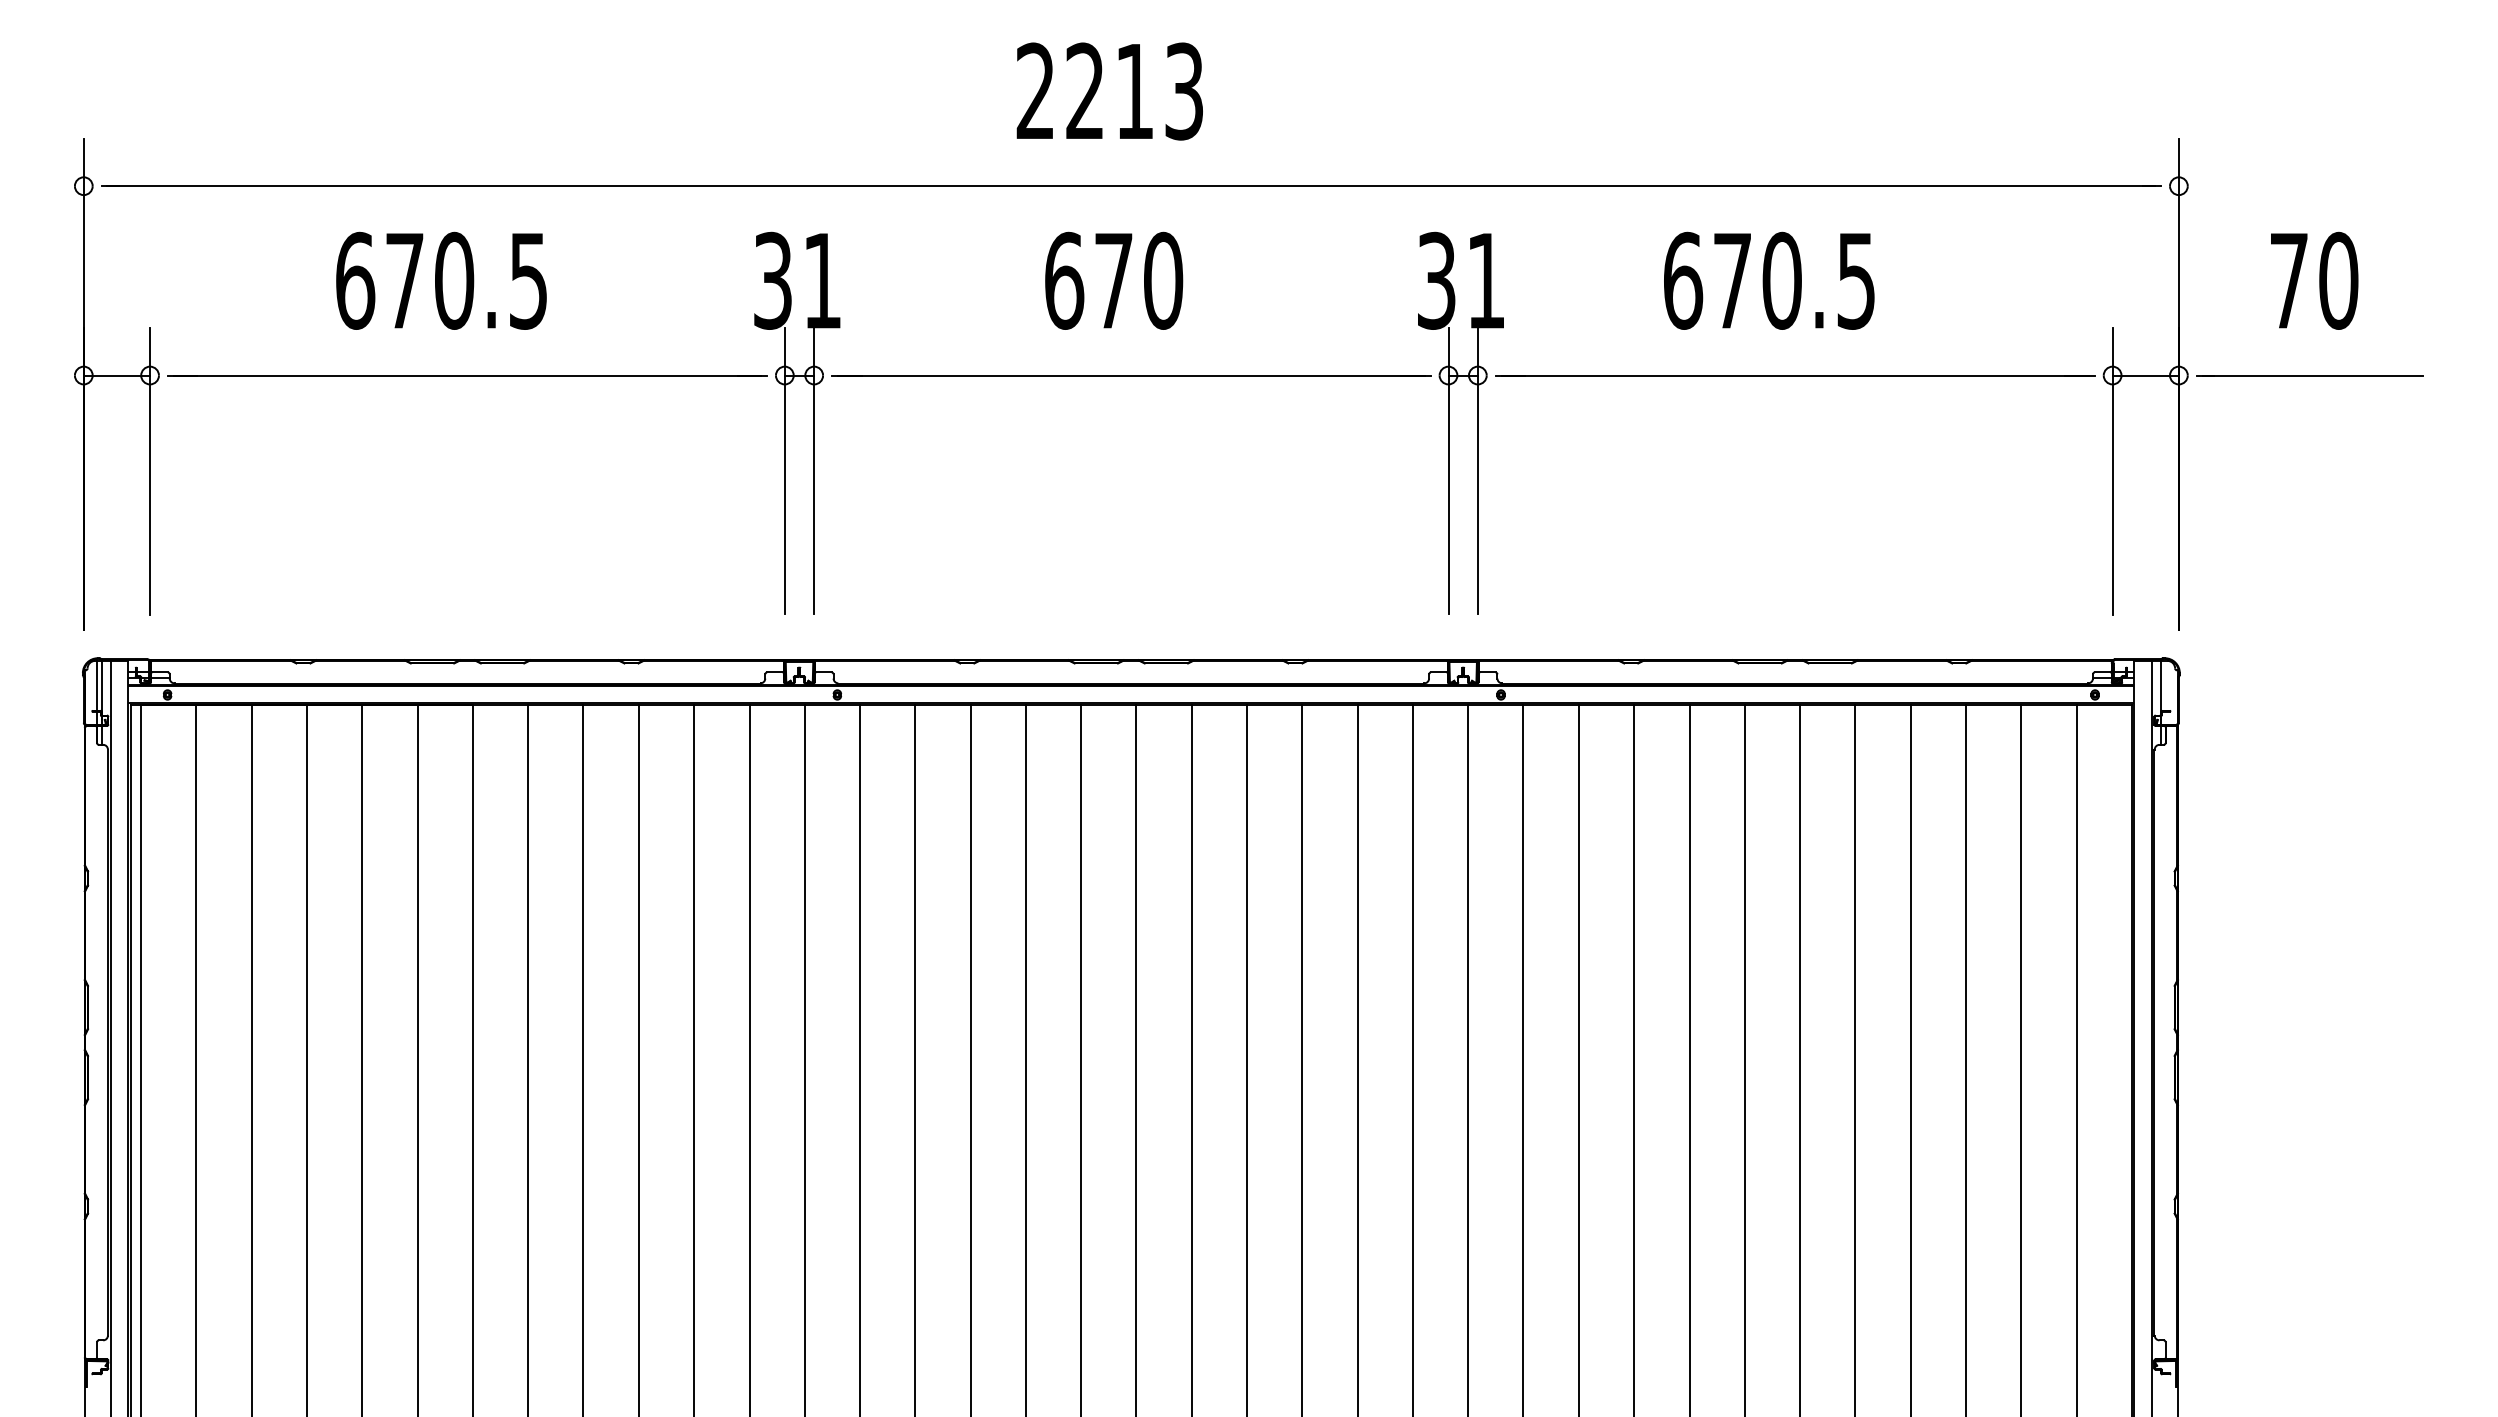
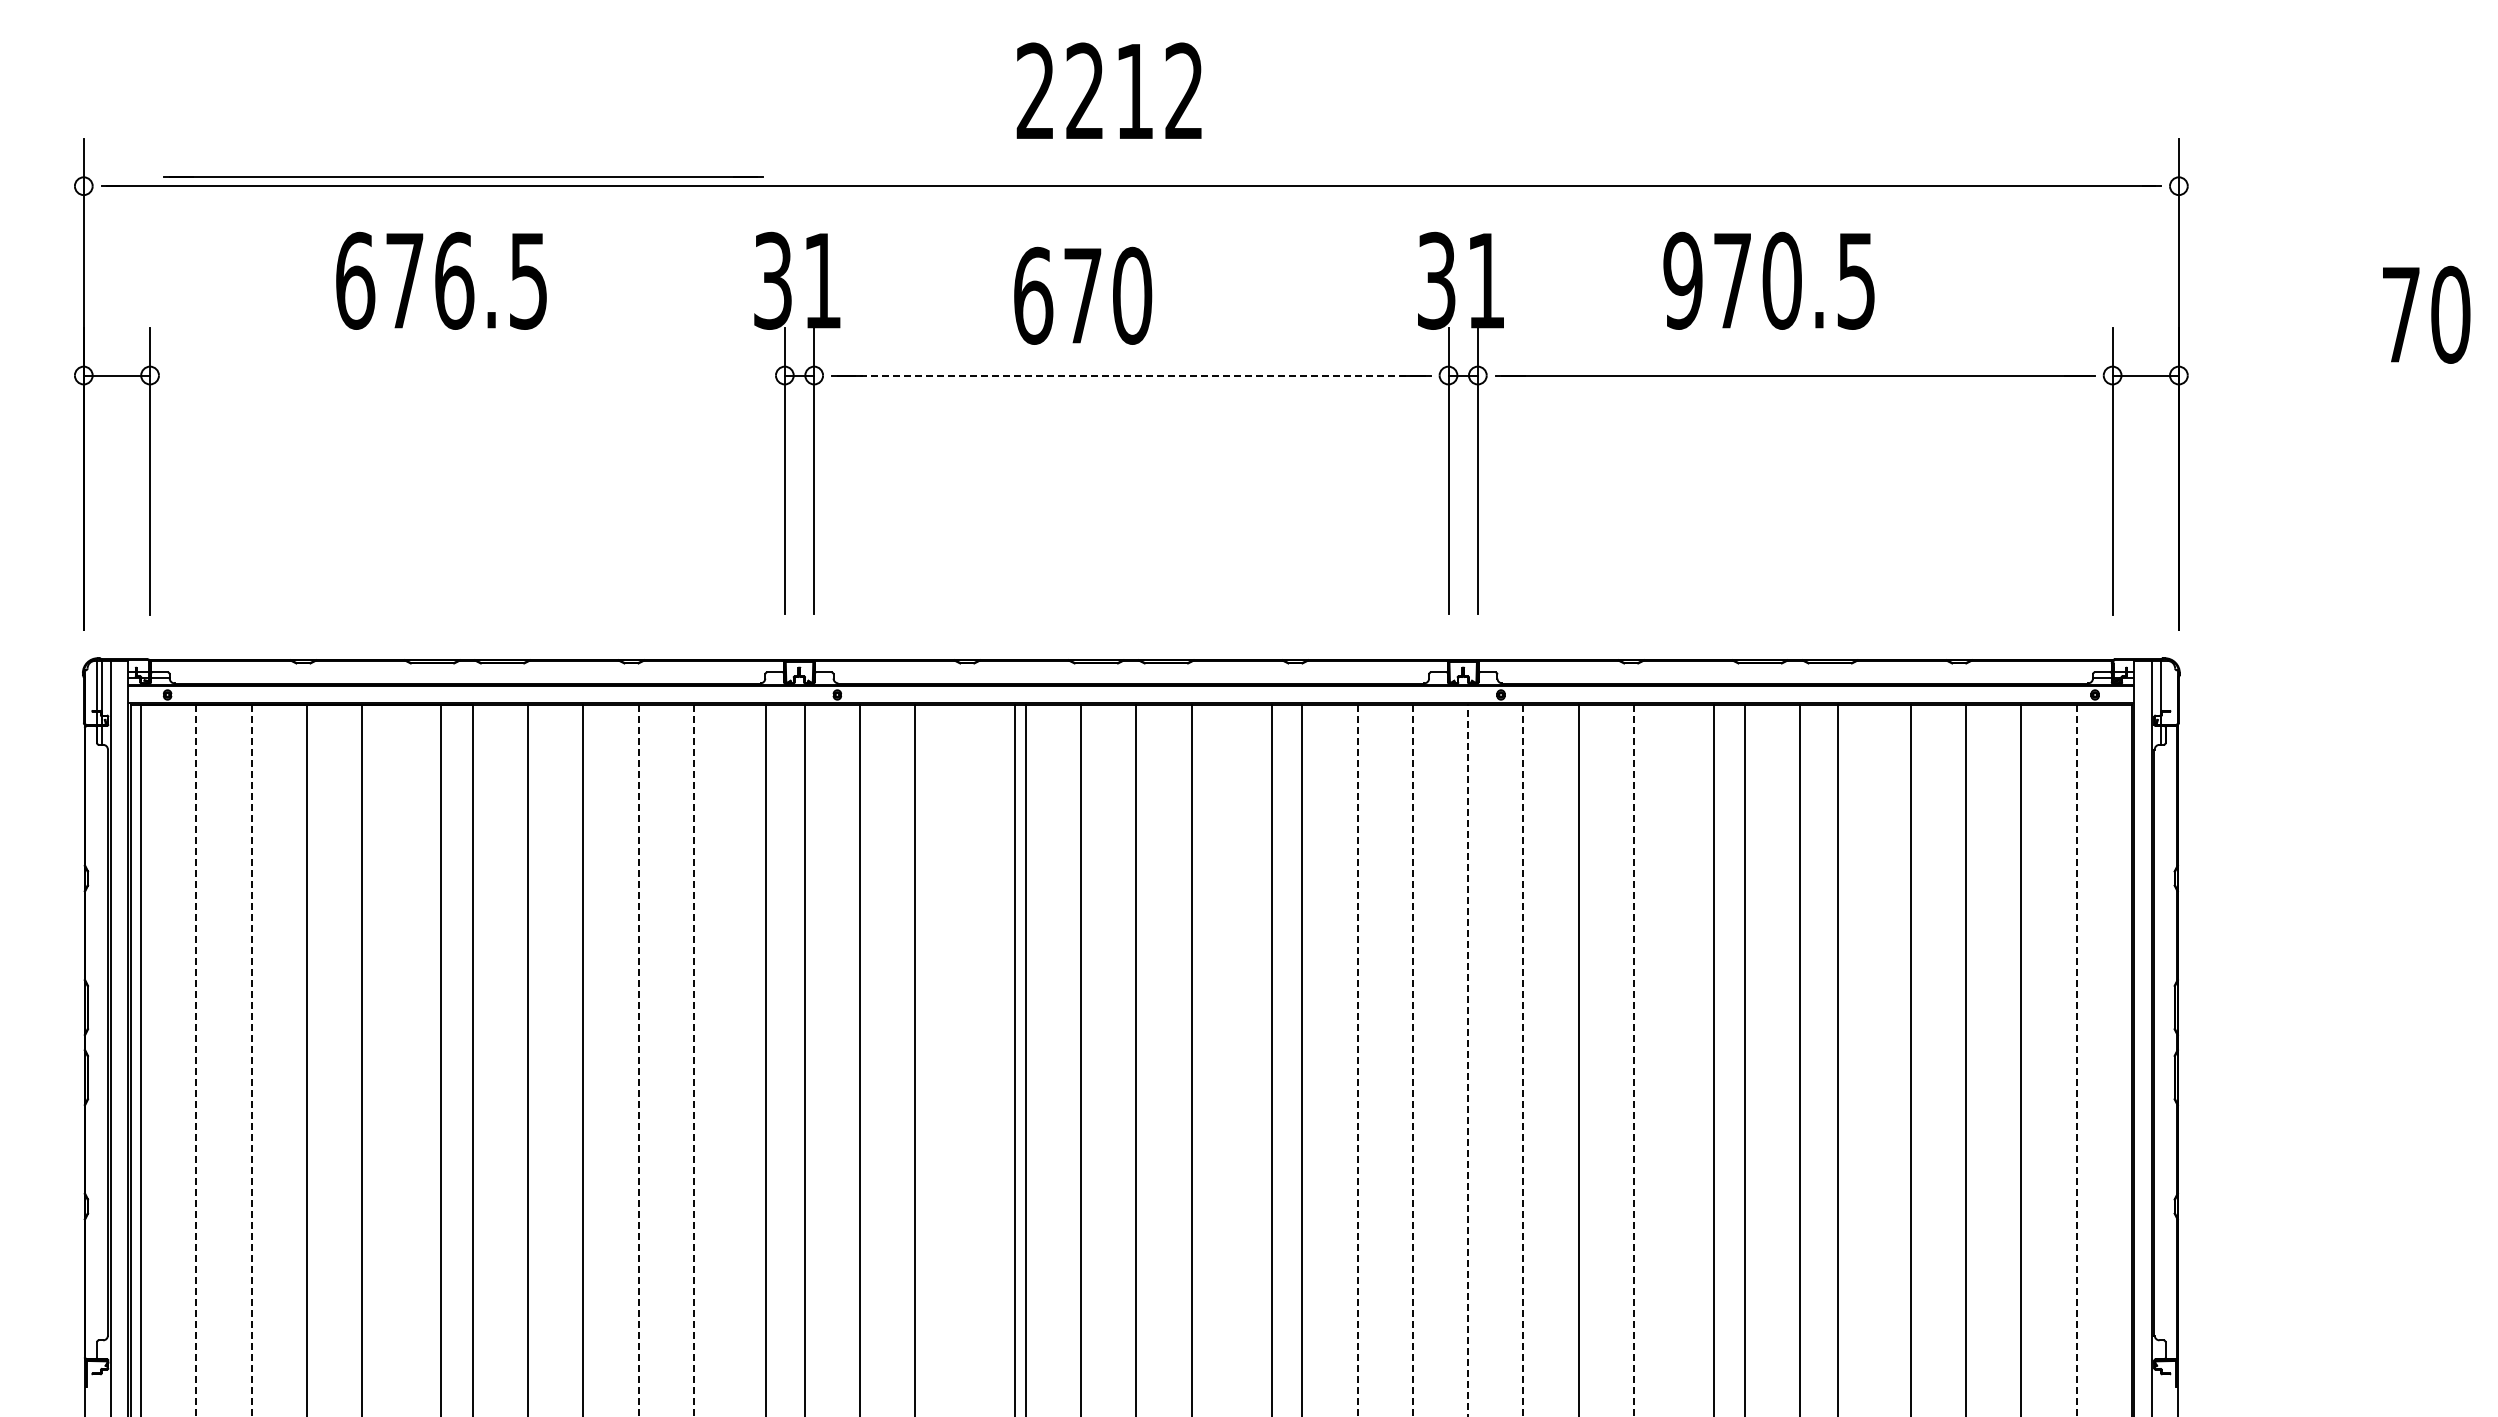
text at (1183, 91): 2213 -> 2212
text at (454, 280): 670.5 -> 676.5
text at (1114, 280) position: (1114, 280) -> (1083, 295)
text at (1683, 280): 670.5 -> 970.5
text at (2314, 280) position: (2314, 280) -> (2426, 314)
line at (467, 375) position: (467, 375) -> (463, 176)
line at (1131, 375): solid -> dashed
line at (2309, 375): present -> none
line at (417, 1058) position: (417, 1058) -> (440, 1058)
line at (749, 1058) position: (749, 1058) -> (765, 1058)
line at (970, 1058) position: (970, 1058) -> (1014, 1058)
line at (1247, 1058) position: (1247, 1058) -> (1272, 1058)
line at (1689, 1058) position: (1689, 1058) -> (1713, 1058)
line at (1855, 1058) position: (1855, 1058) -> (1838, 1058)
line at (196, 1060): solid -> dashed
line at (251, 1060): solid -> dashed
line at (638, 1060): solid -> dashed
line at (694, 1060): solid -> dashed
line at (1357, 1060): solid -> dashed
line at (1413, 1060): solid -> dashed
line at (1468, 1060): solid -> dashed
line at (1523, 1060): solid -> dashed
line at (1634, 1060): solid -> dashed
line at (2076, 1060): solid -> dashed
